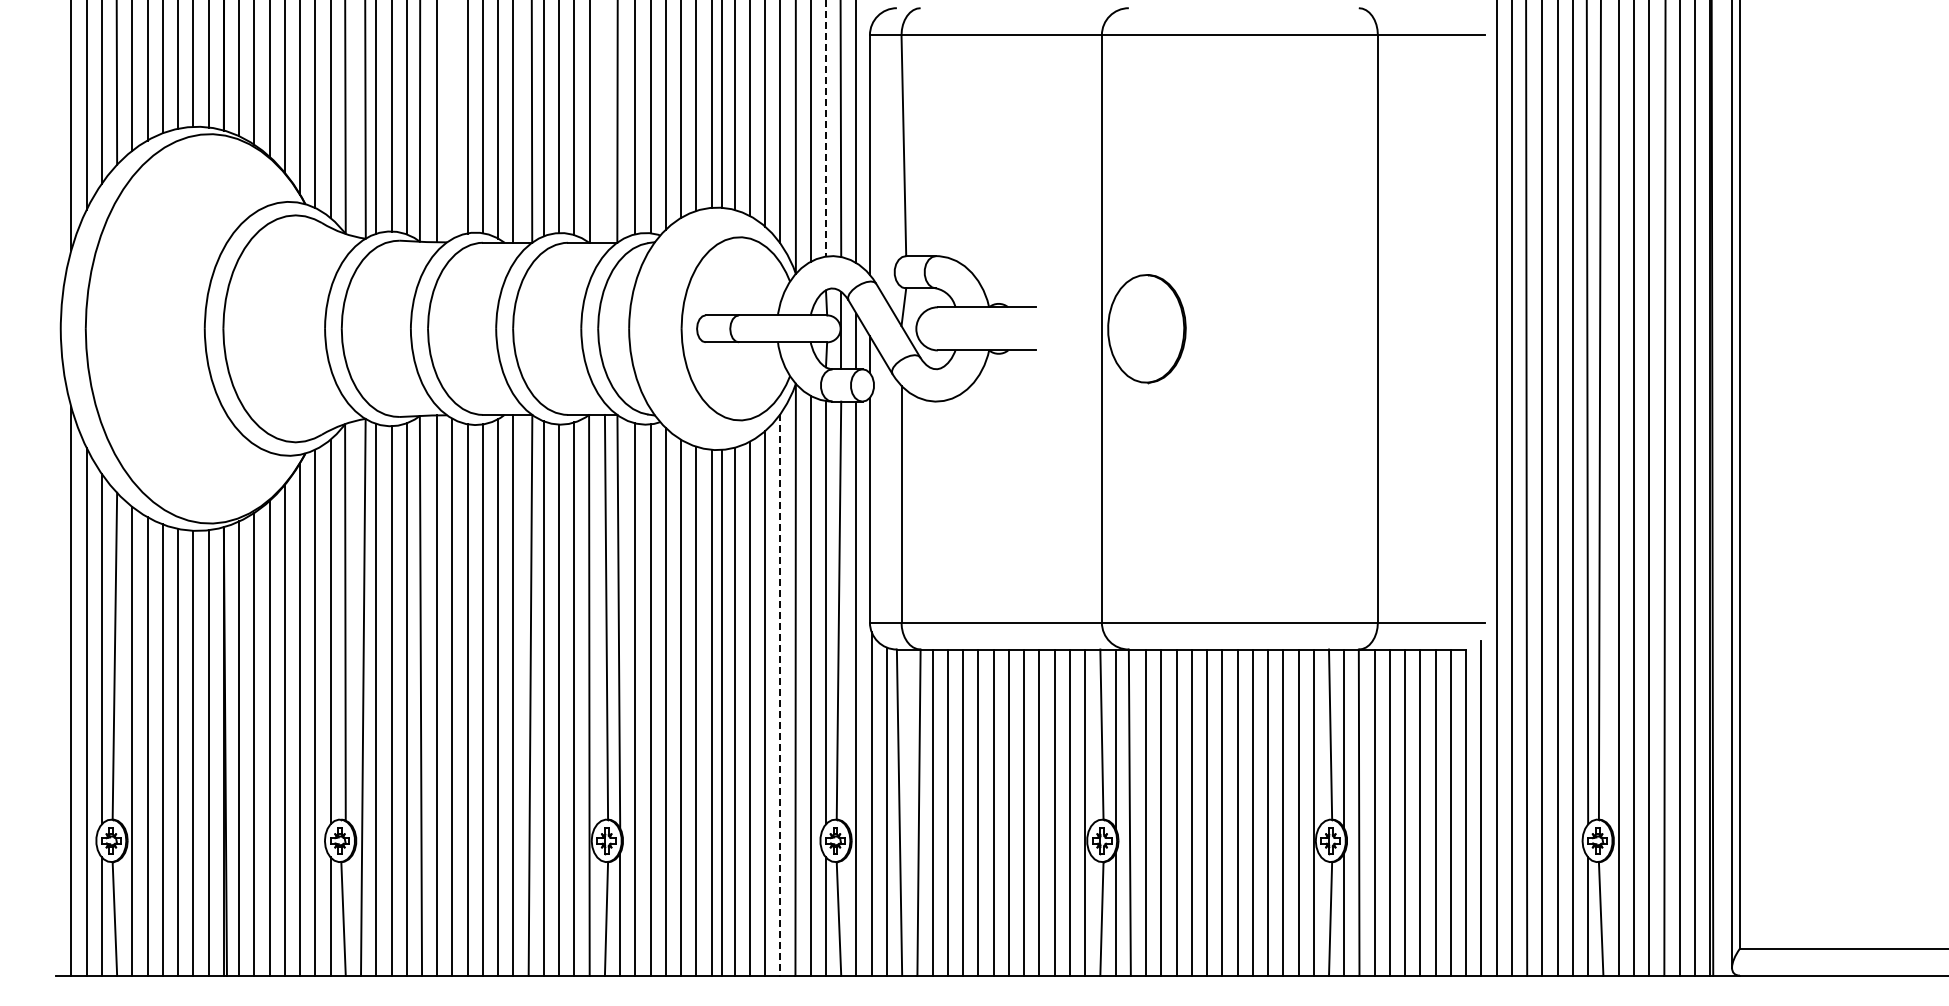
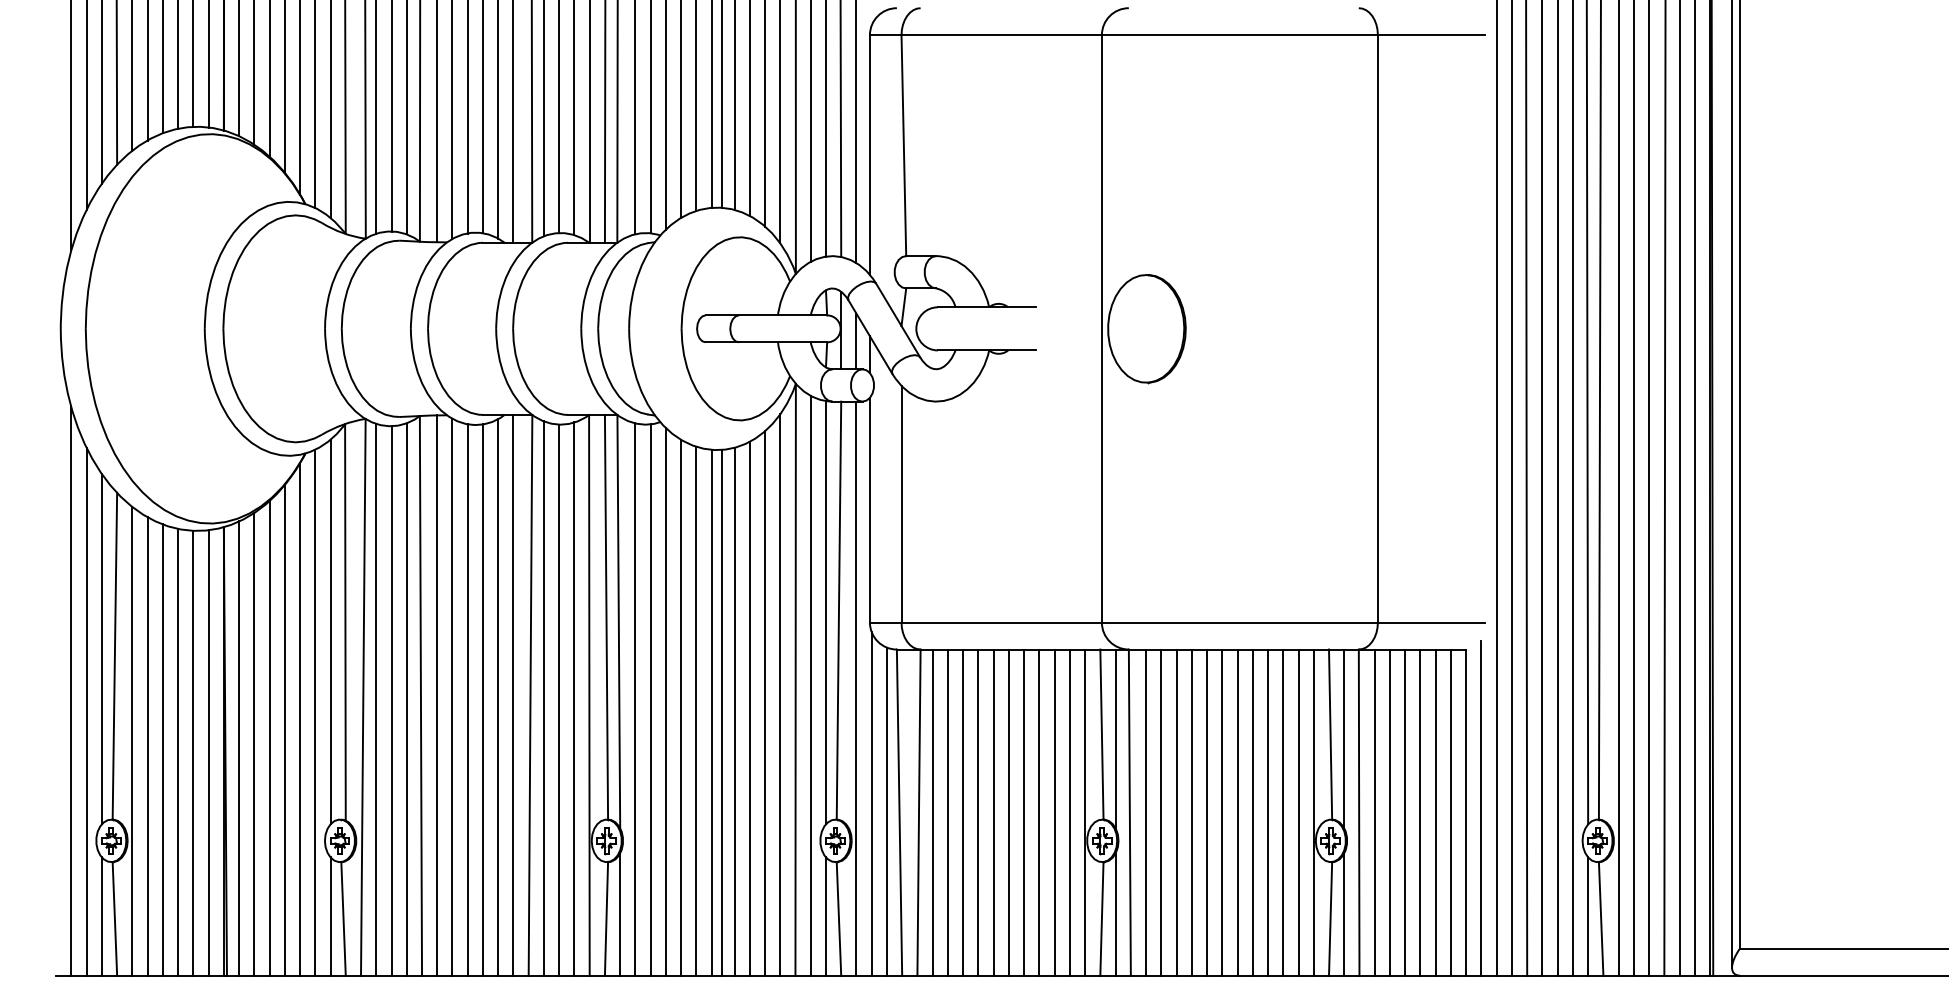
line at (452, 120): none -> present
line at (604, 122): none -> present
line at (825, 128): dashed -> solid
line at (780, 695): dashed -> solid
